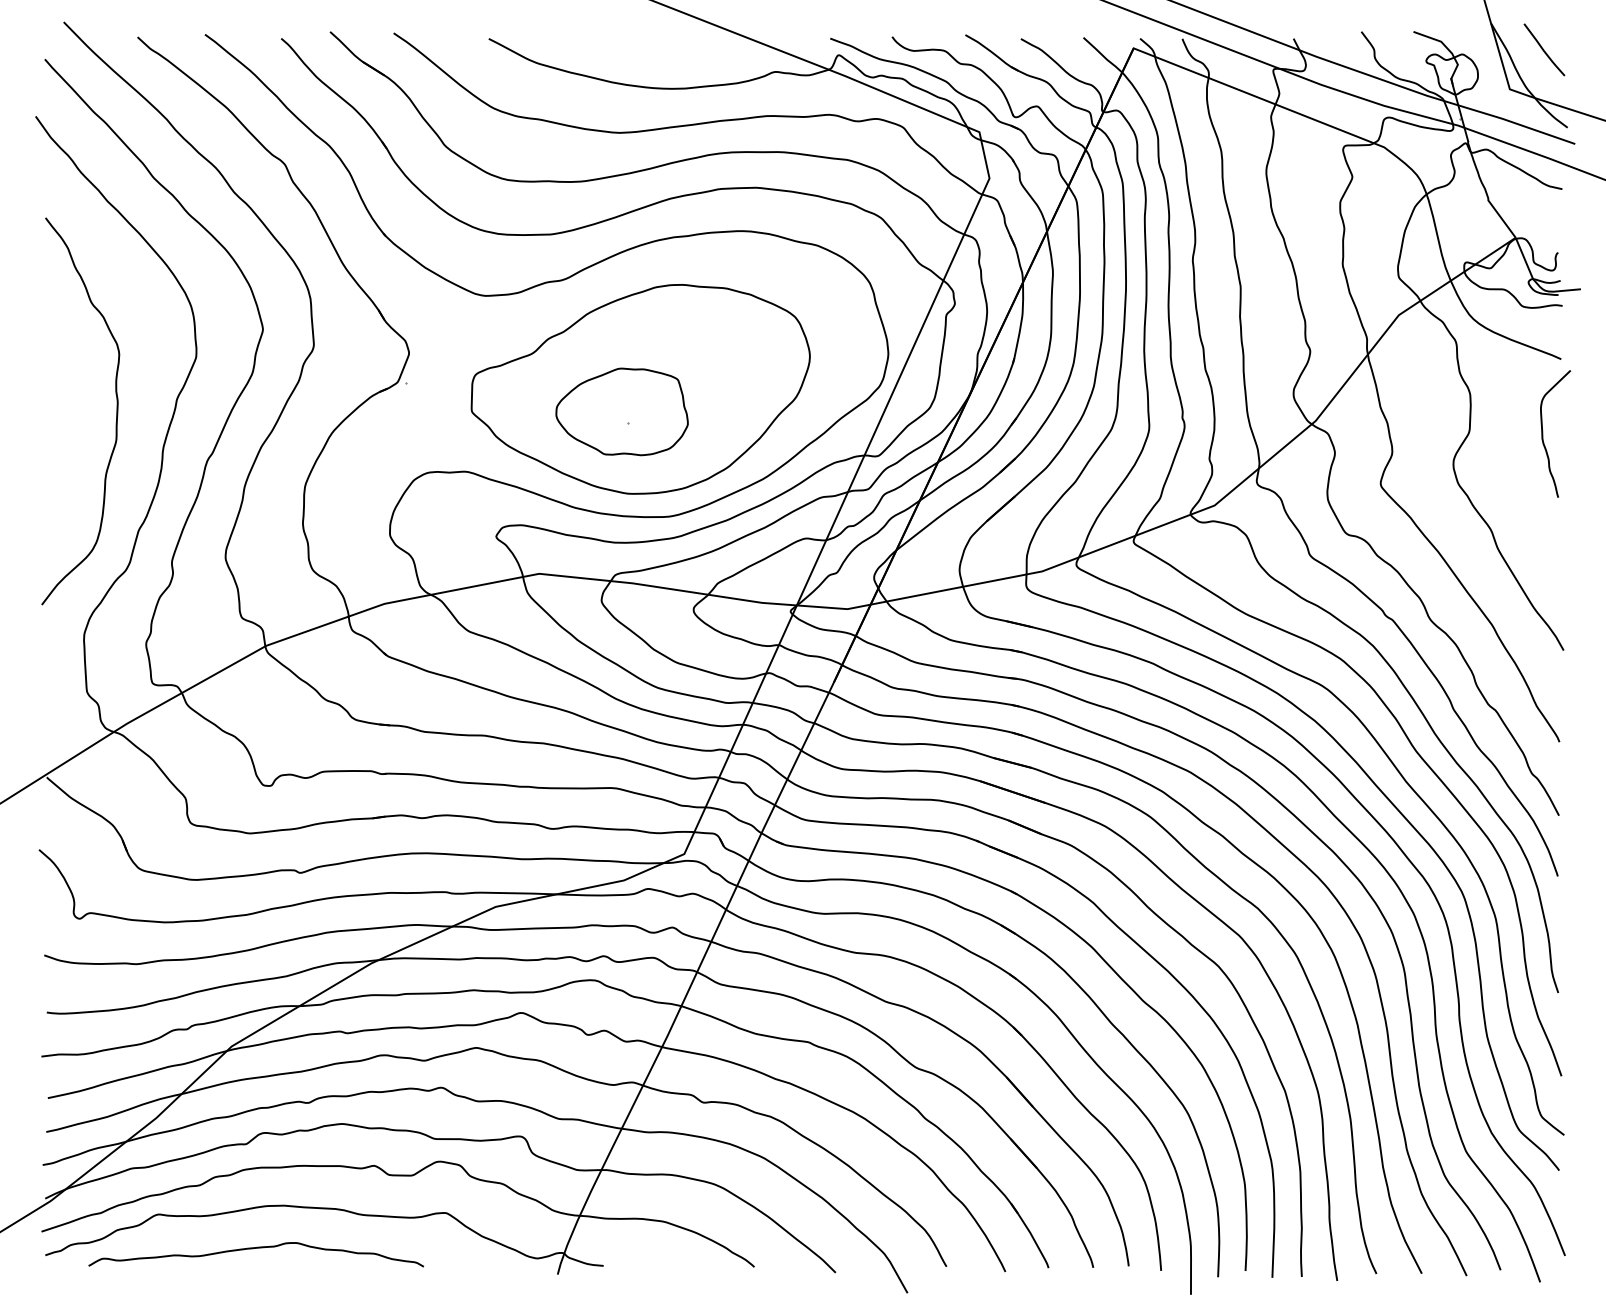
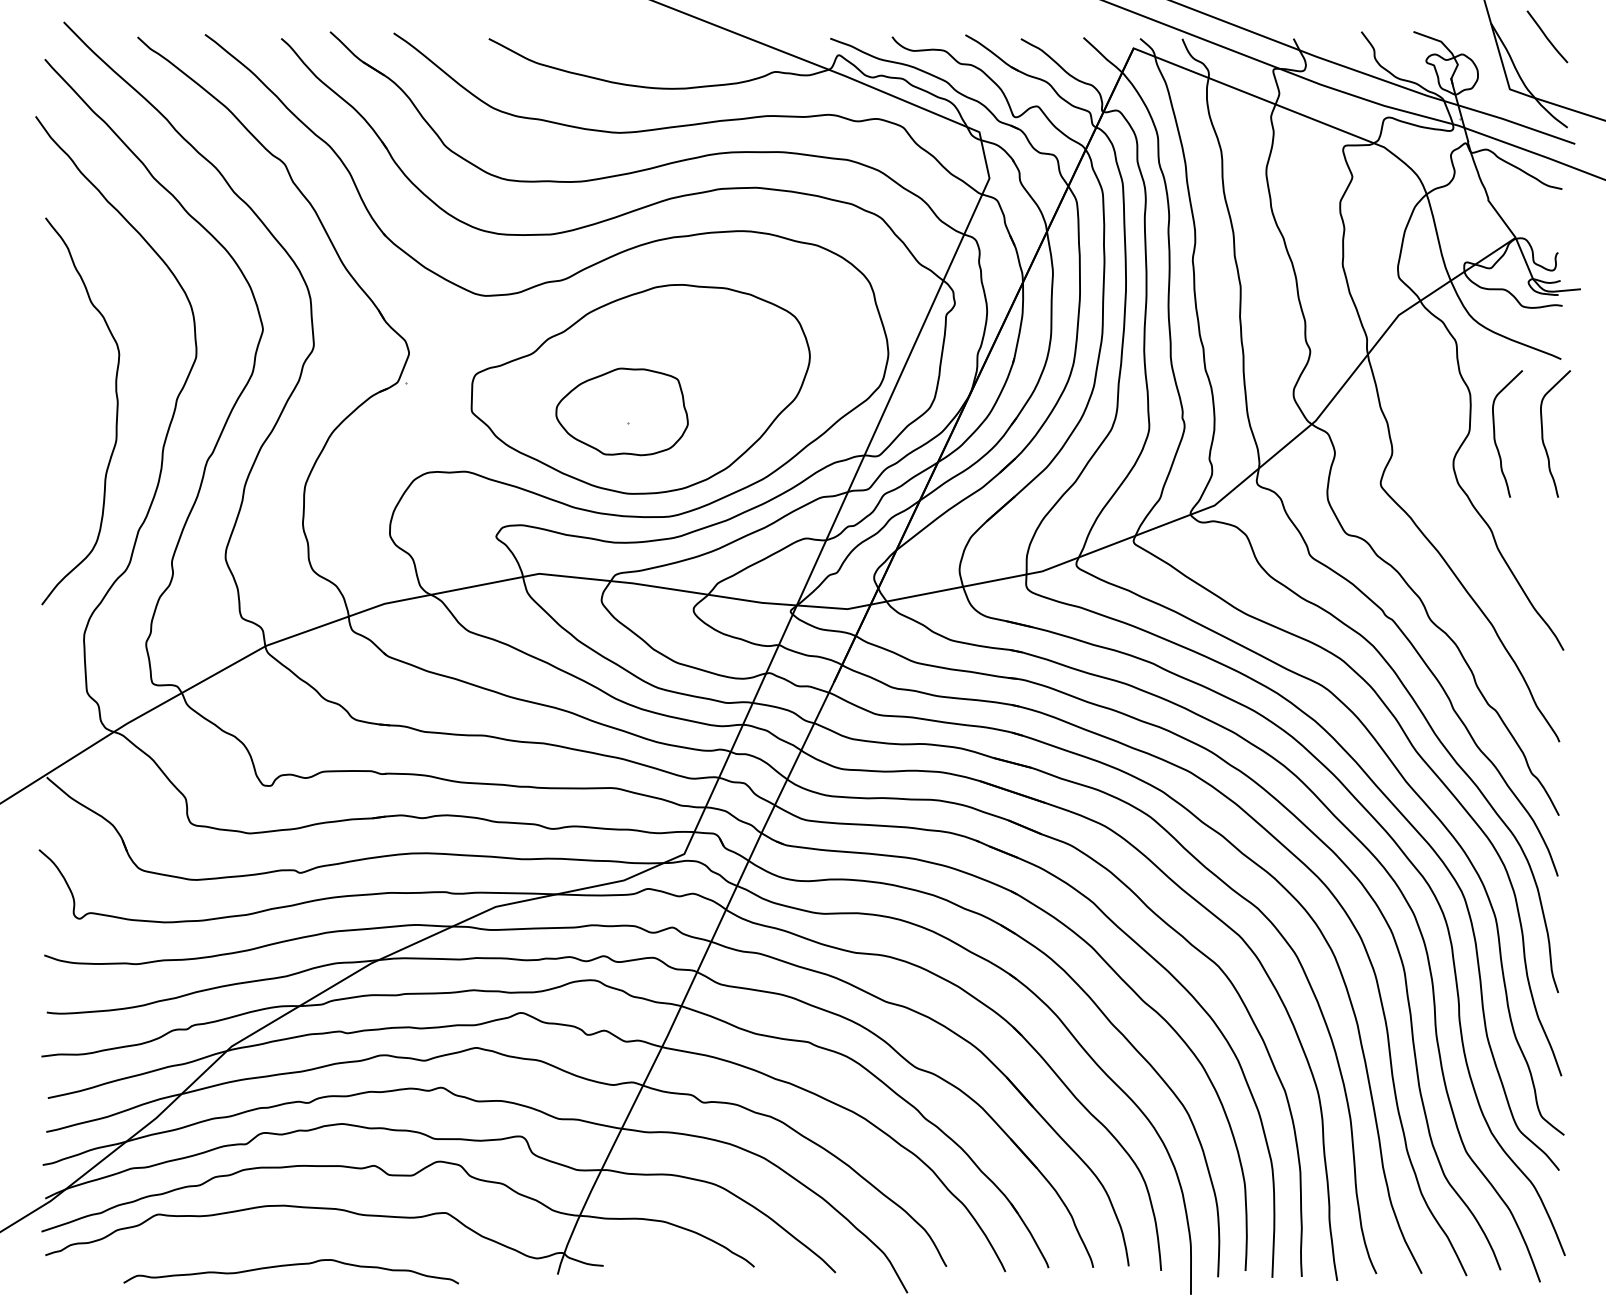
curve at (1544, 49) position: (1544, 49) -> (1547, 36)
curve at (1495, 433): none -> present
curve at (253, 1249) position: (253, 1249) -> (288, 1266)
